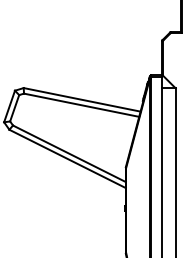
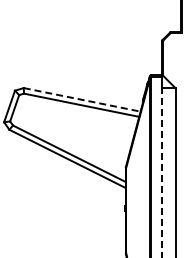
line at (82, 99): solid -> dashed
line at (162, 173): solid -> dashed
